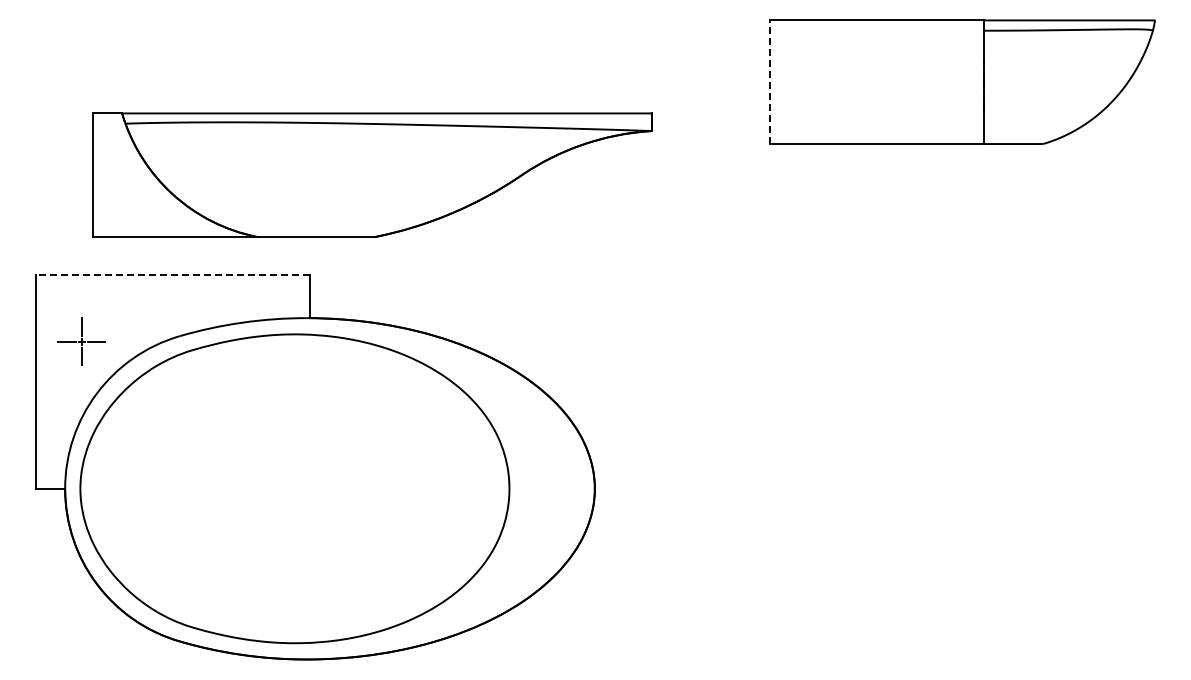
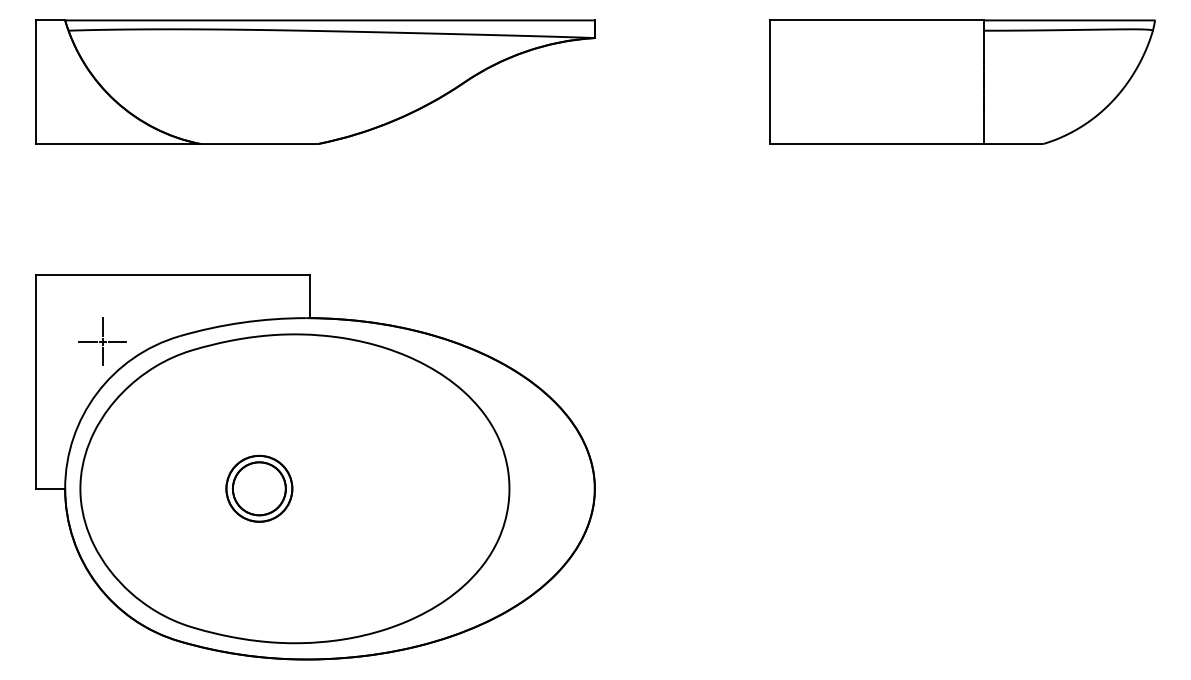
line at (770, 82): dashed -> solid
part at (372, 174) position: (372, 174) -> (315, 81)
line at (172, 274): dashed -> solid
part at (81, 341) position: (81, 341) -> (102, 341)
part at (259, 488): none -> present
